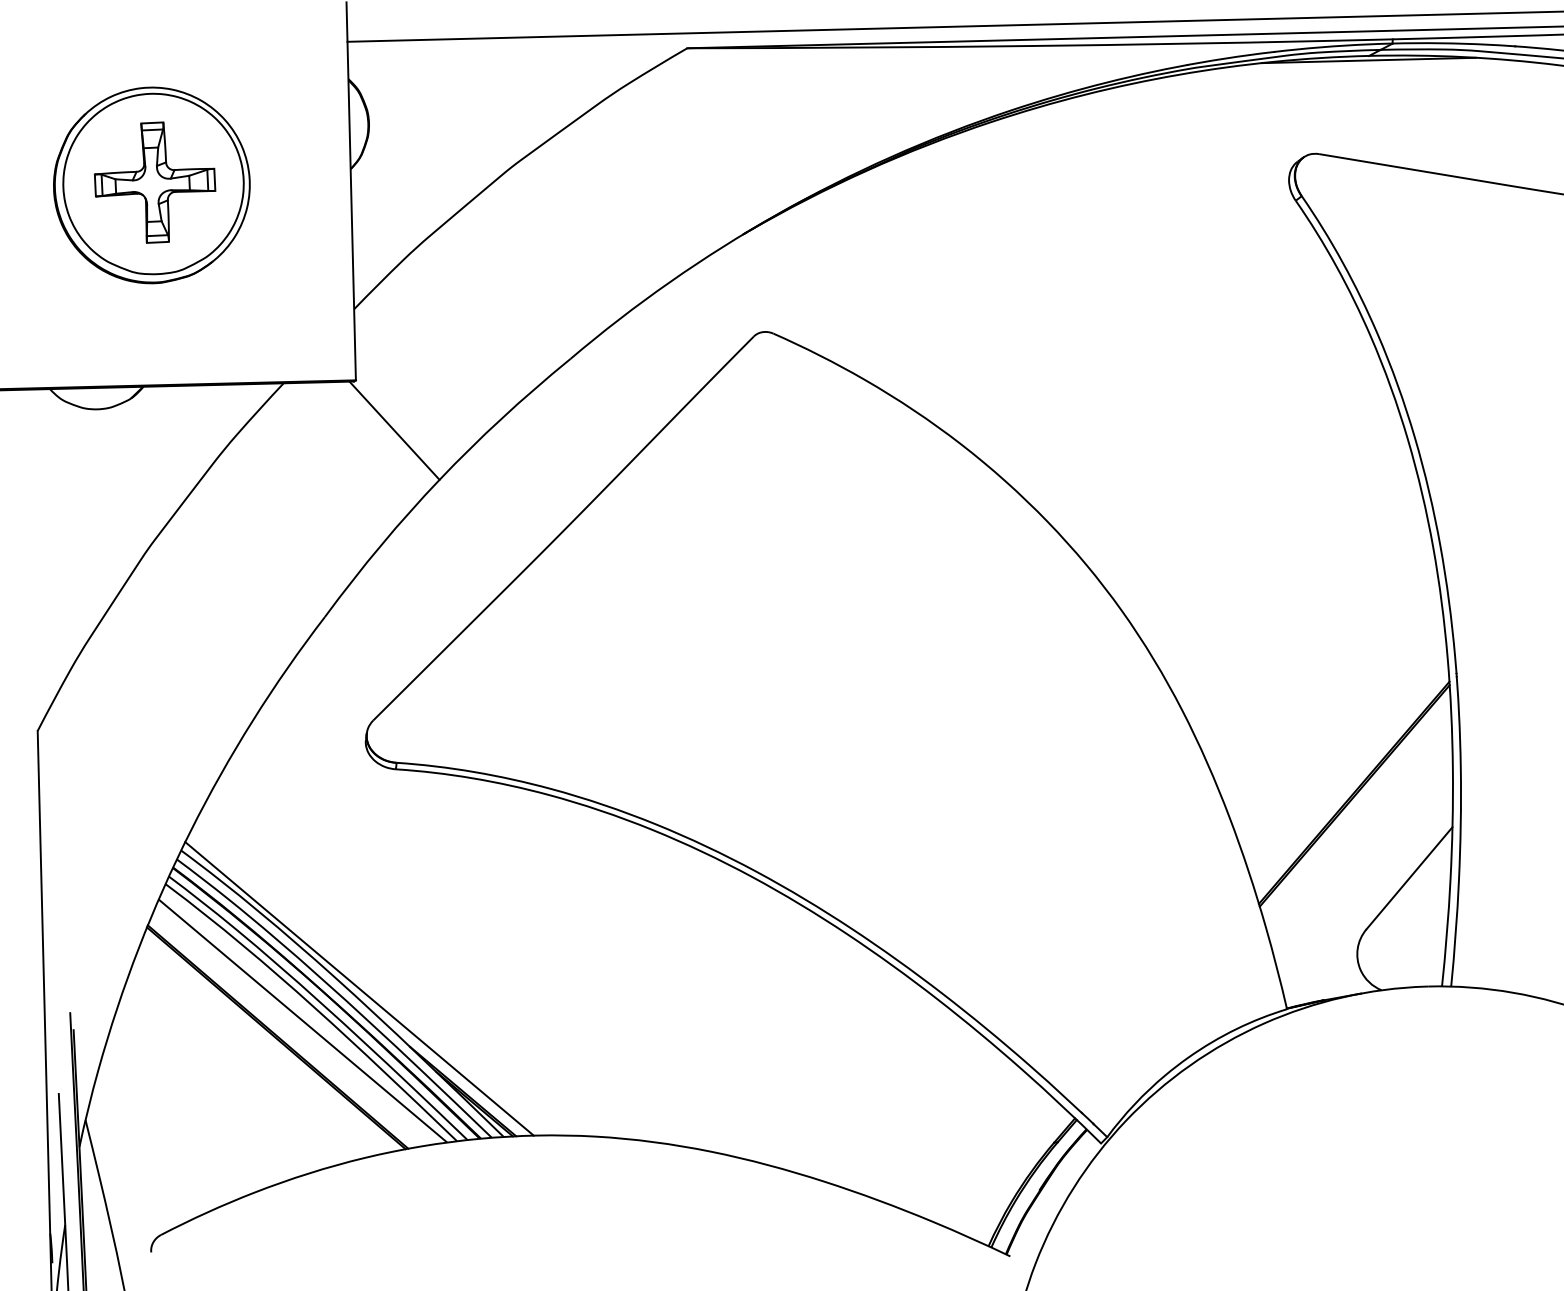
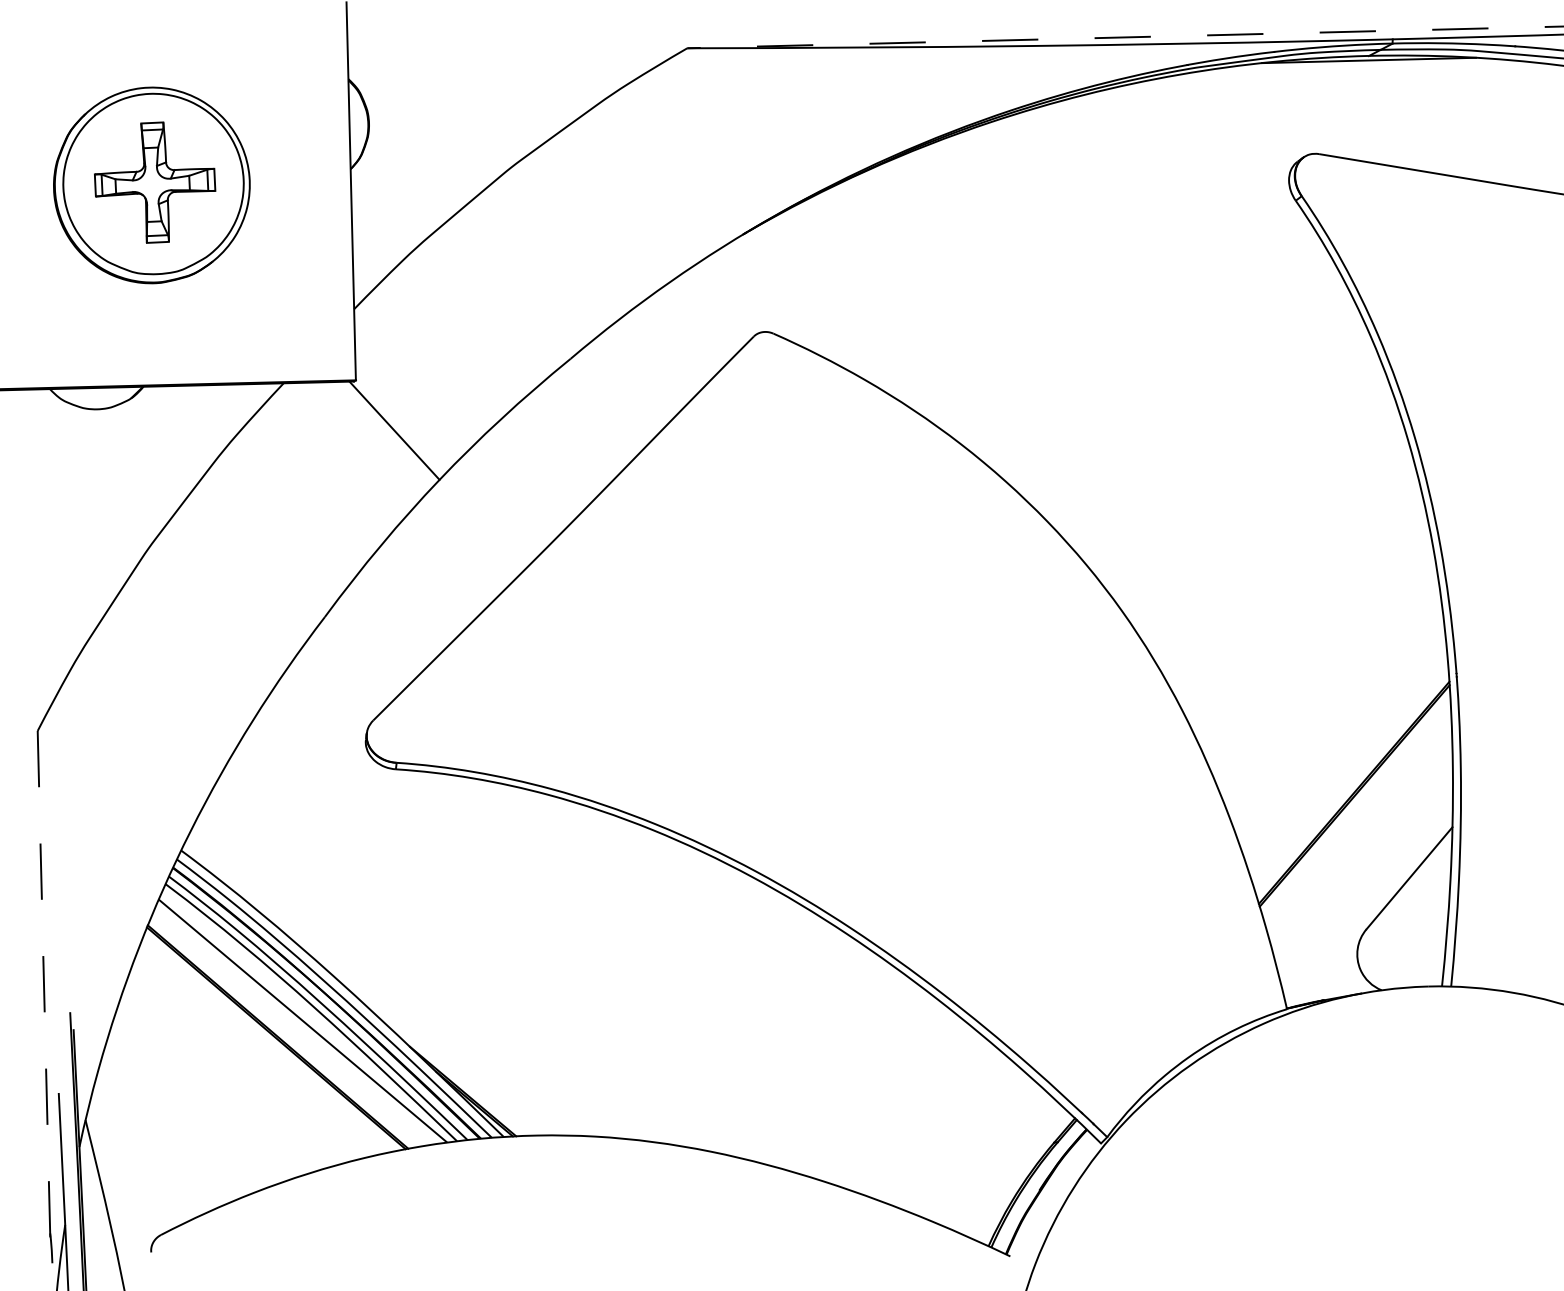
line at (953, 26): present -> none
line at (1124, 37): solid -> dashed
line at (359, 988): present -> none
line at (44, 1010): solid -> dashed
